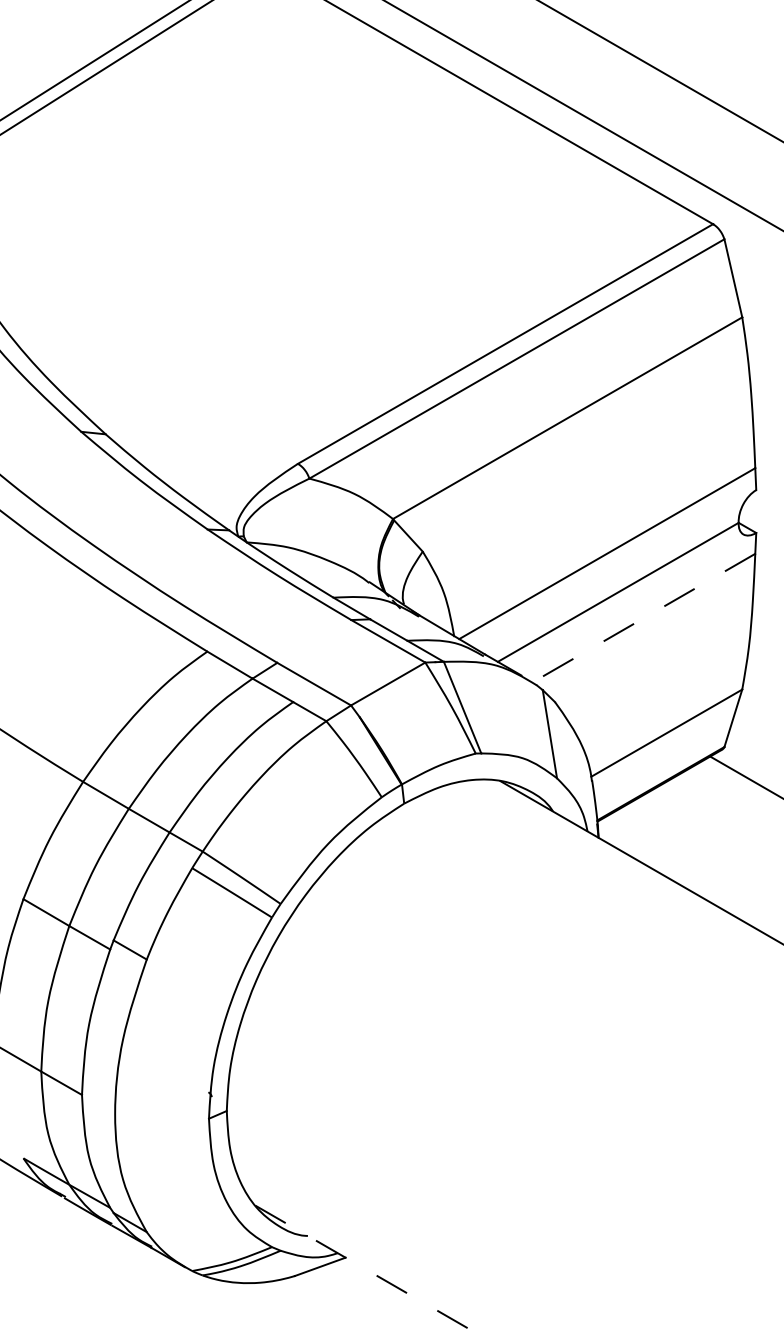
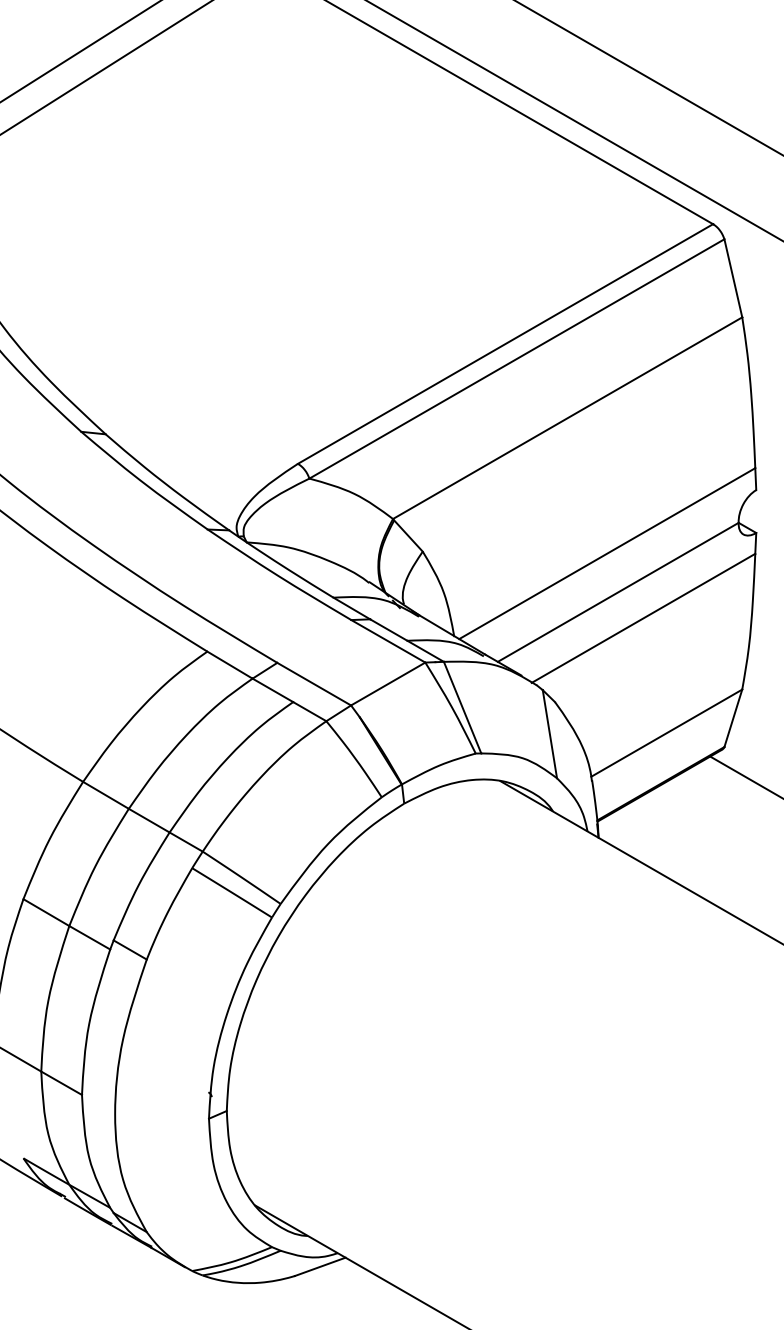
line at (94, 60) position: (94, 60) -> (80, 51)
line at (660, 71) position: (660, 71) -> (648, 77)
line at (583, 115) position: (583, 115) -> (574, 120)
line at (643, 618): dashed -> solid
line at (362, 1267): dashed -> solid
